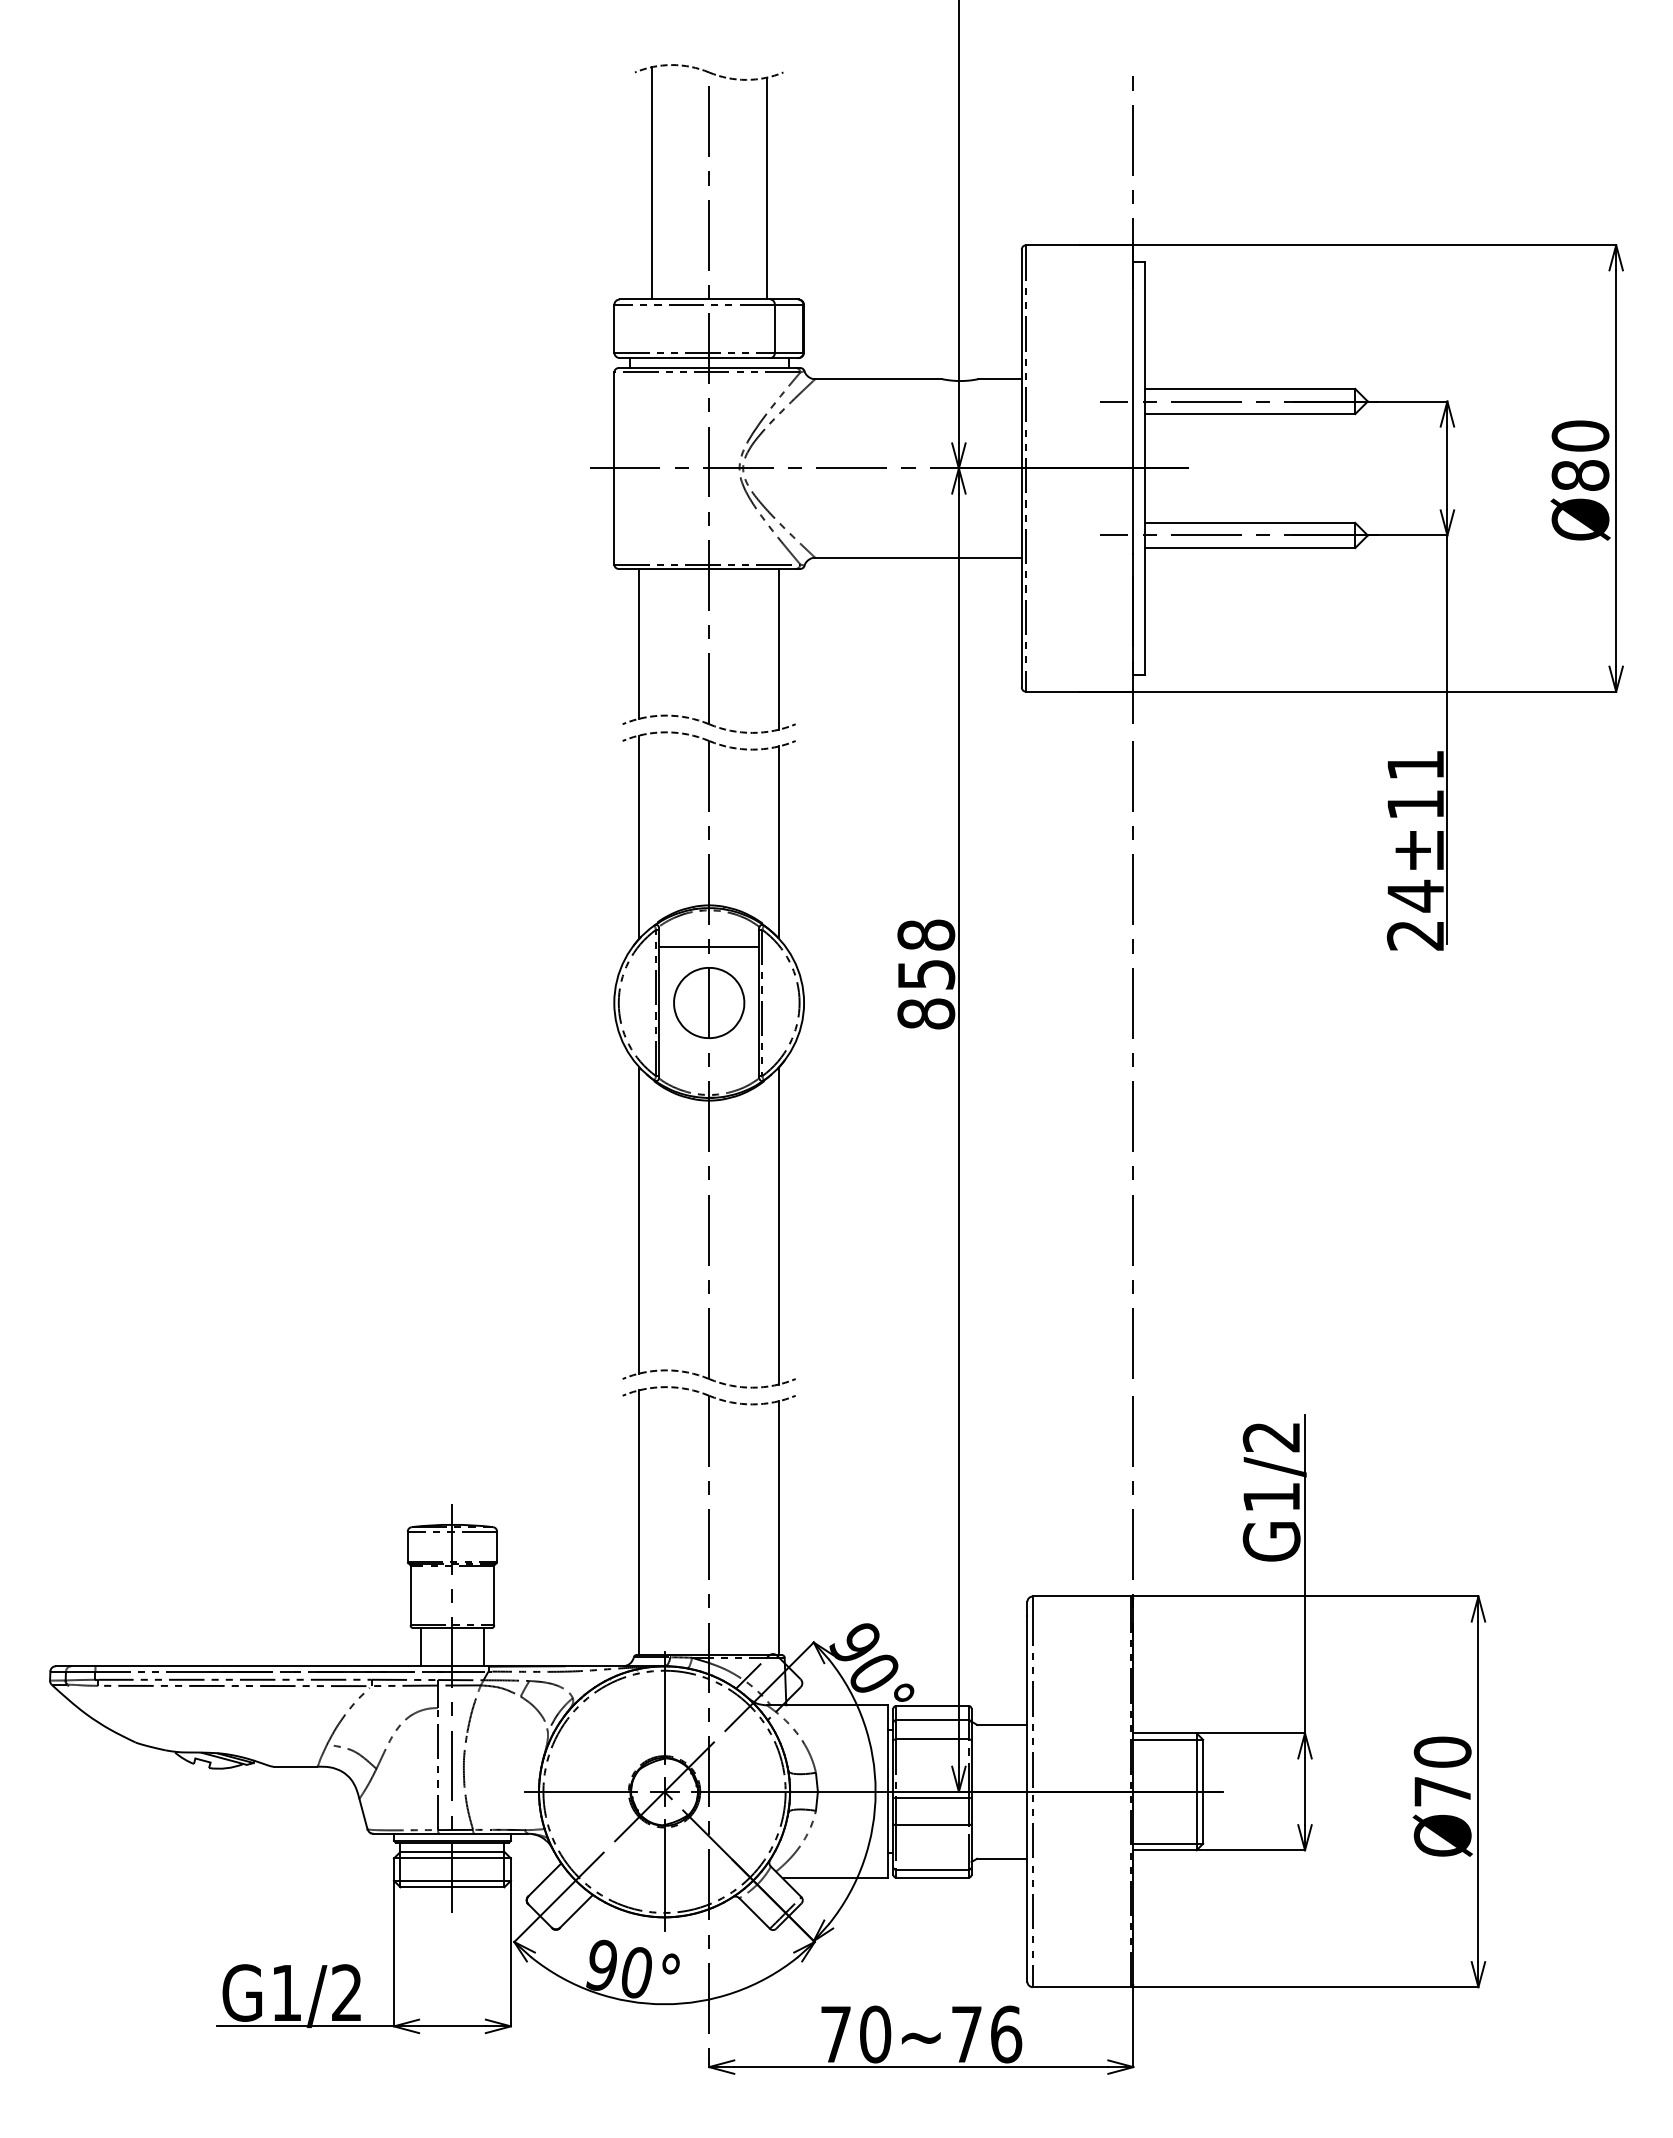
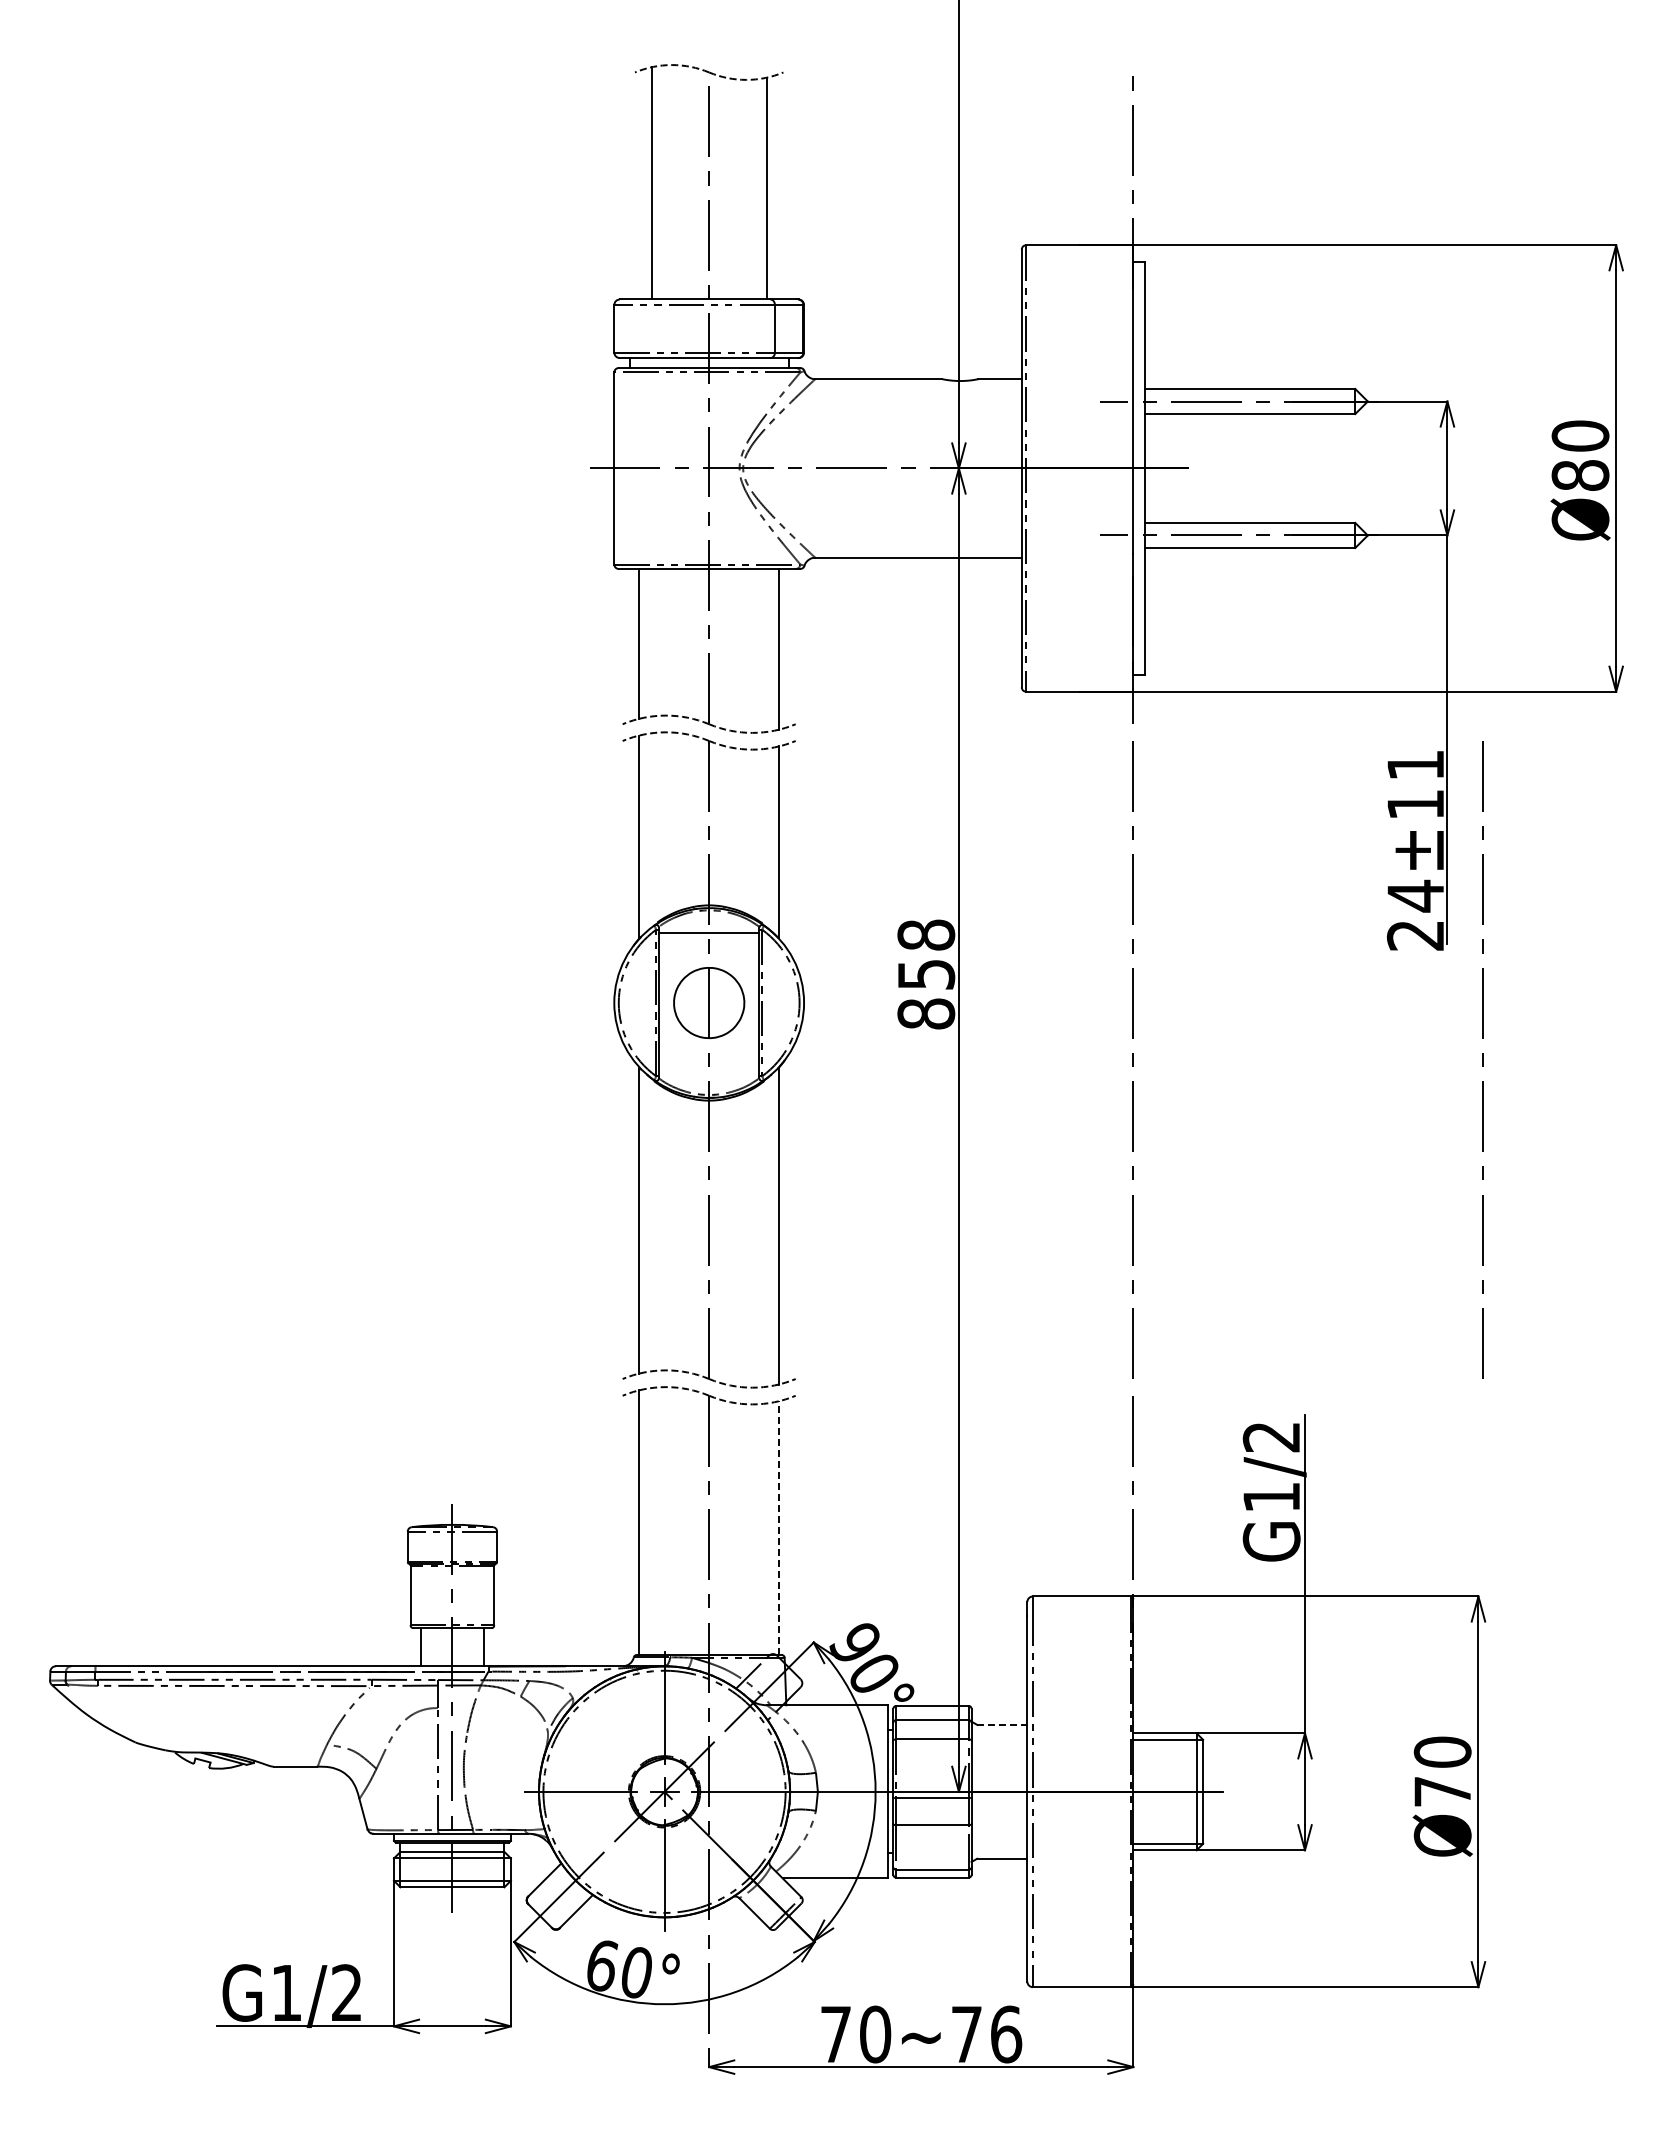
line at (708, 947) position: (708, 947) -> (708, 933)
line at (1482, 1059): none -> present
line at (778, 1528): solid -> dashed
line at (1002, 1724): solid -> dashed
text at (602, 1965): 90° -> 60°
